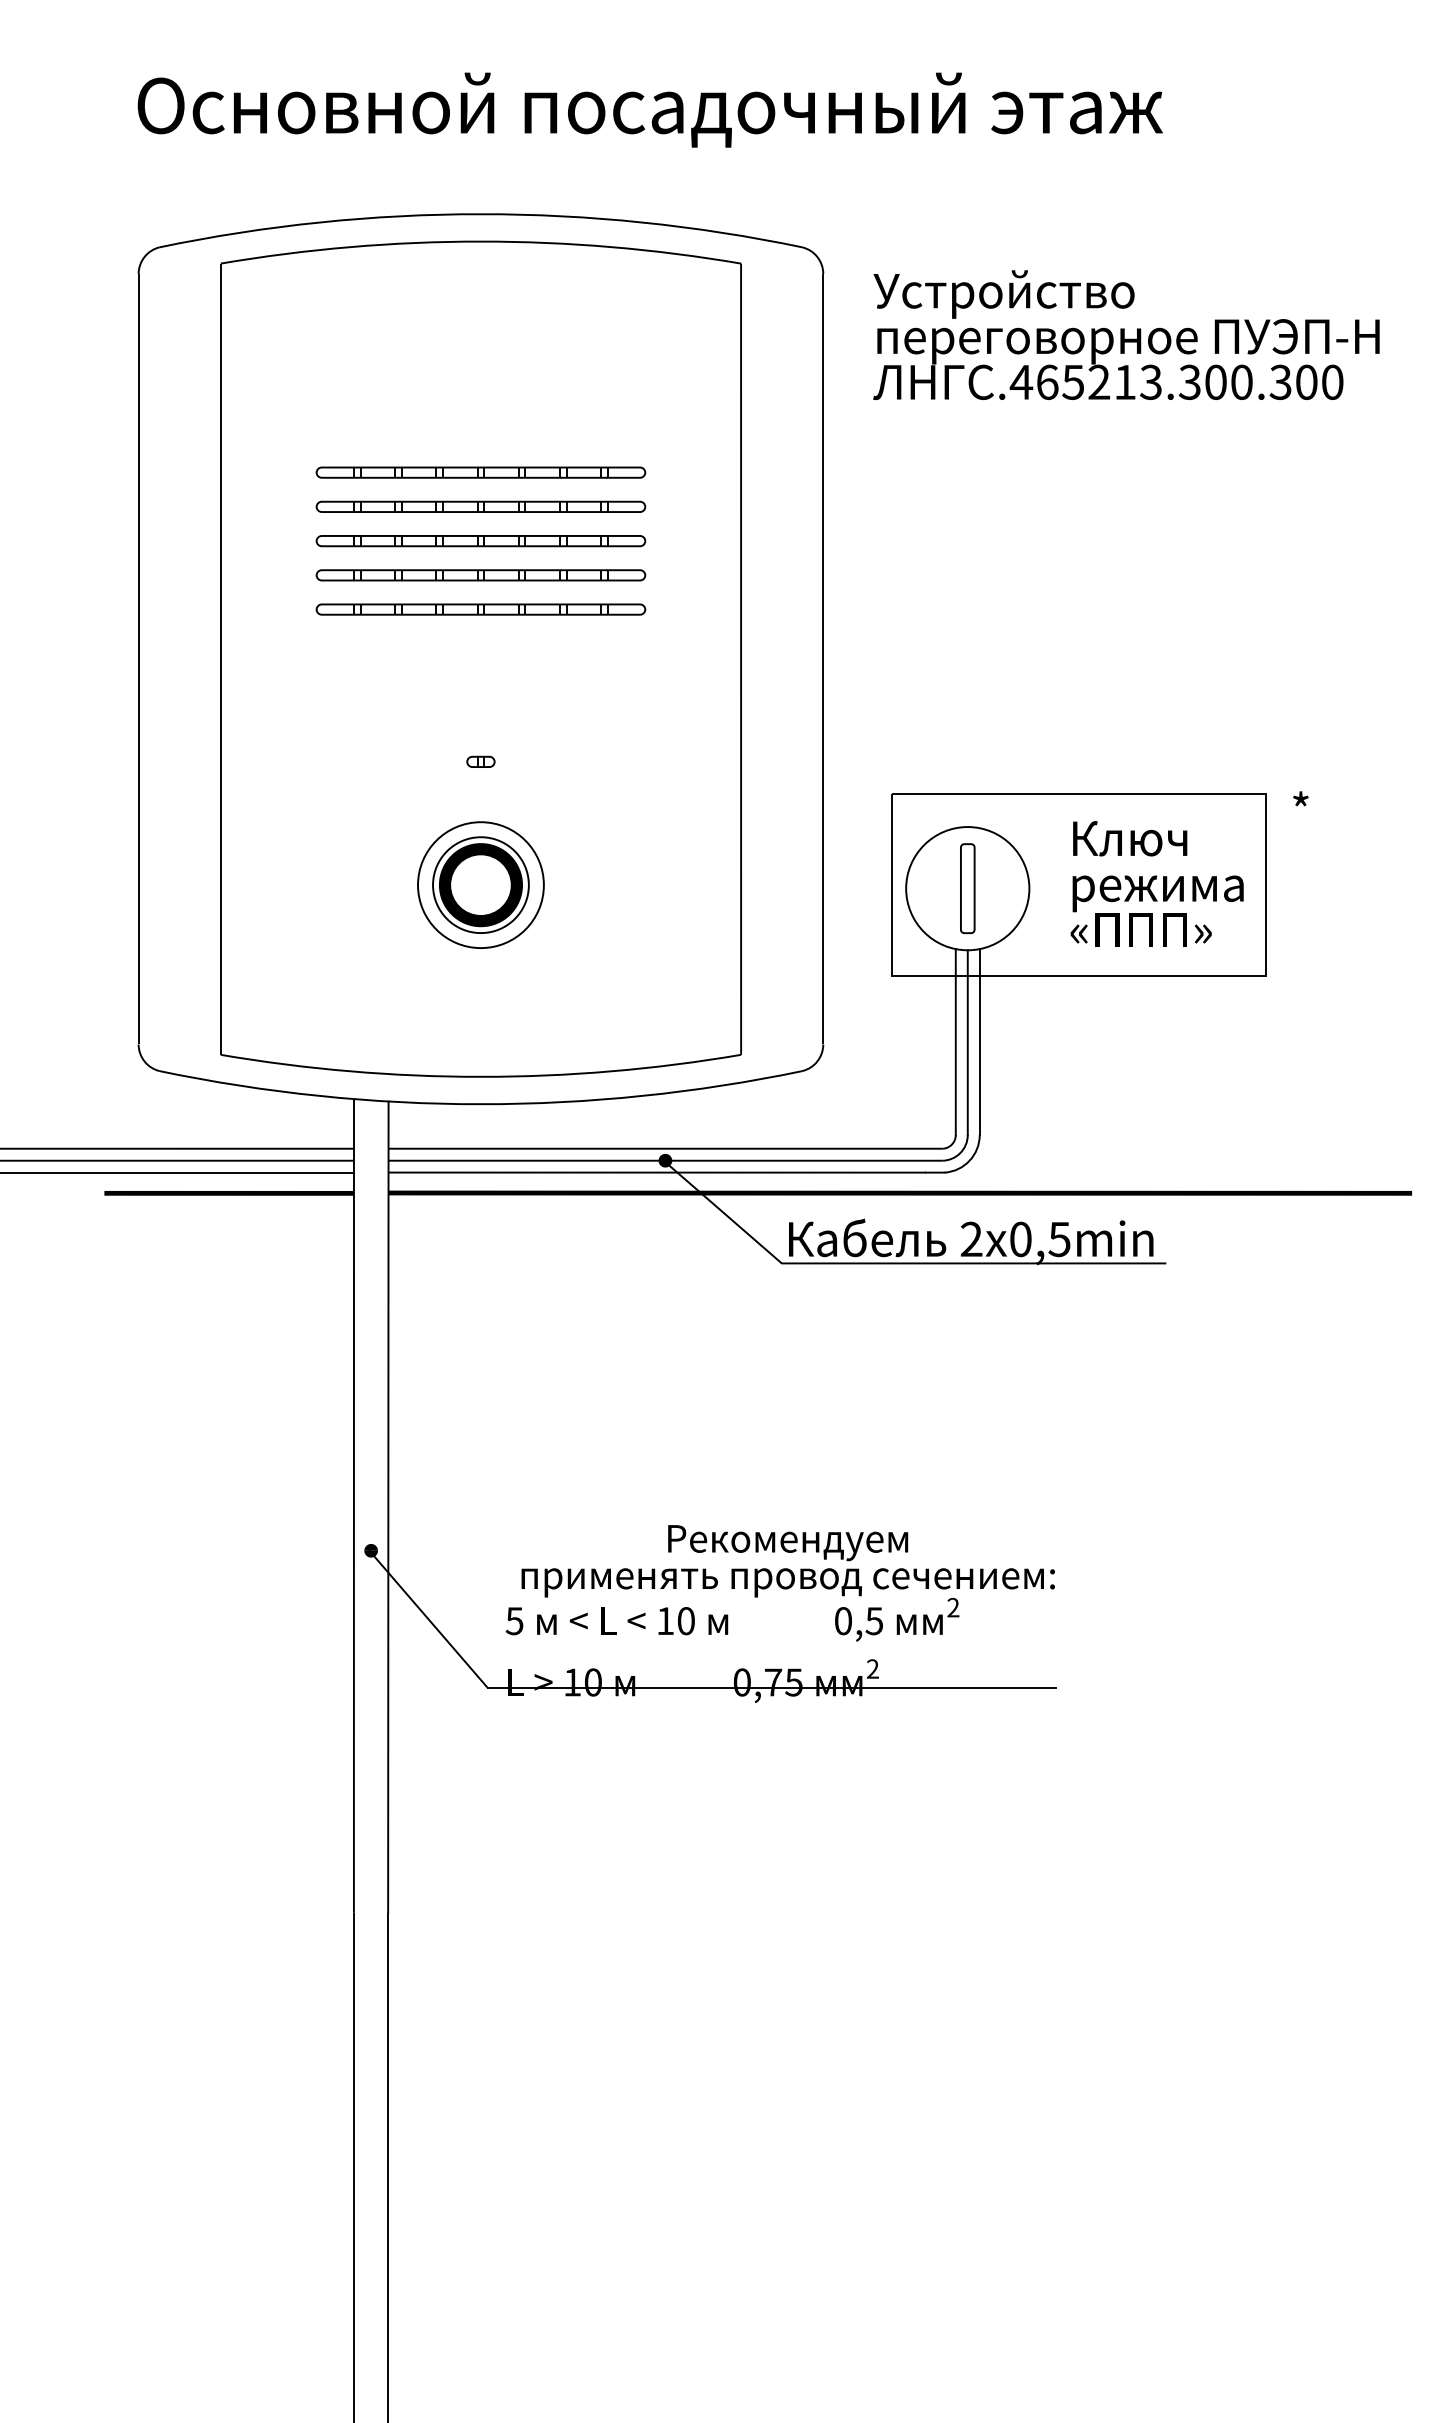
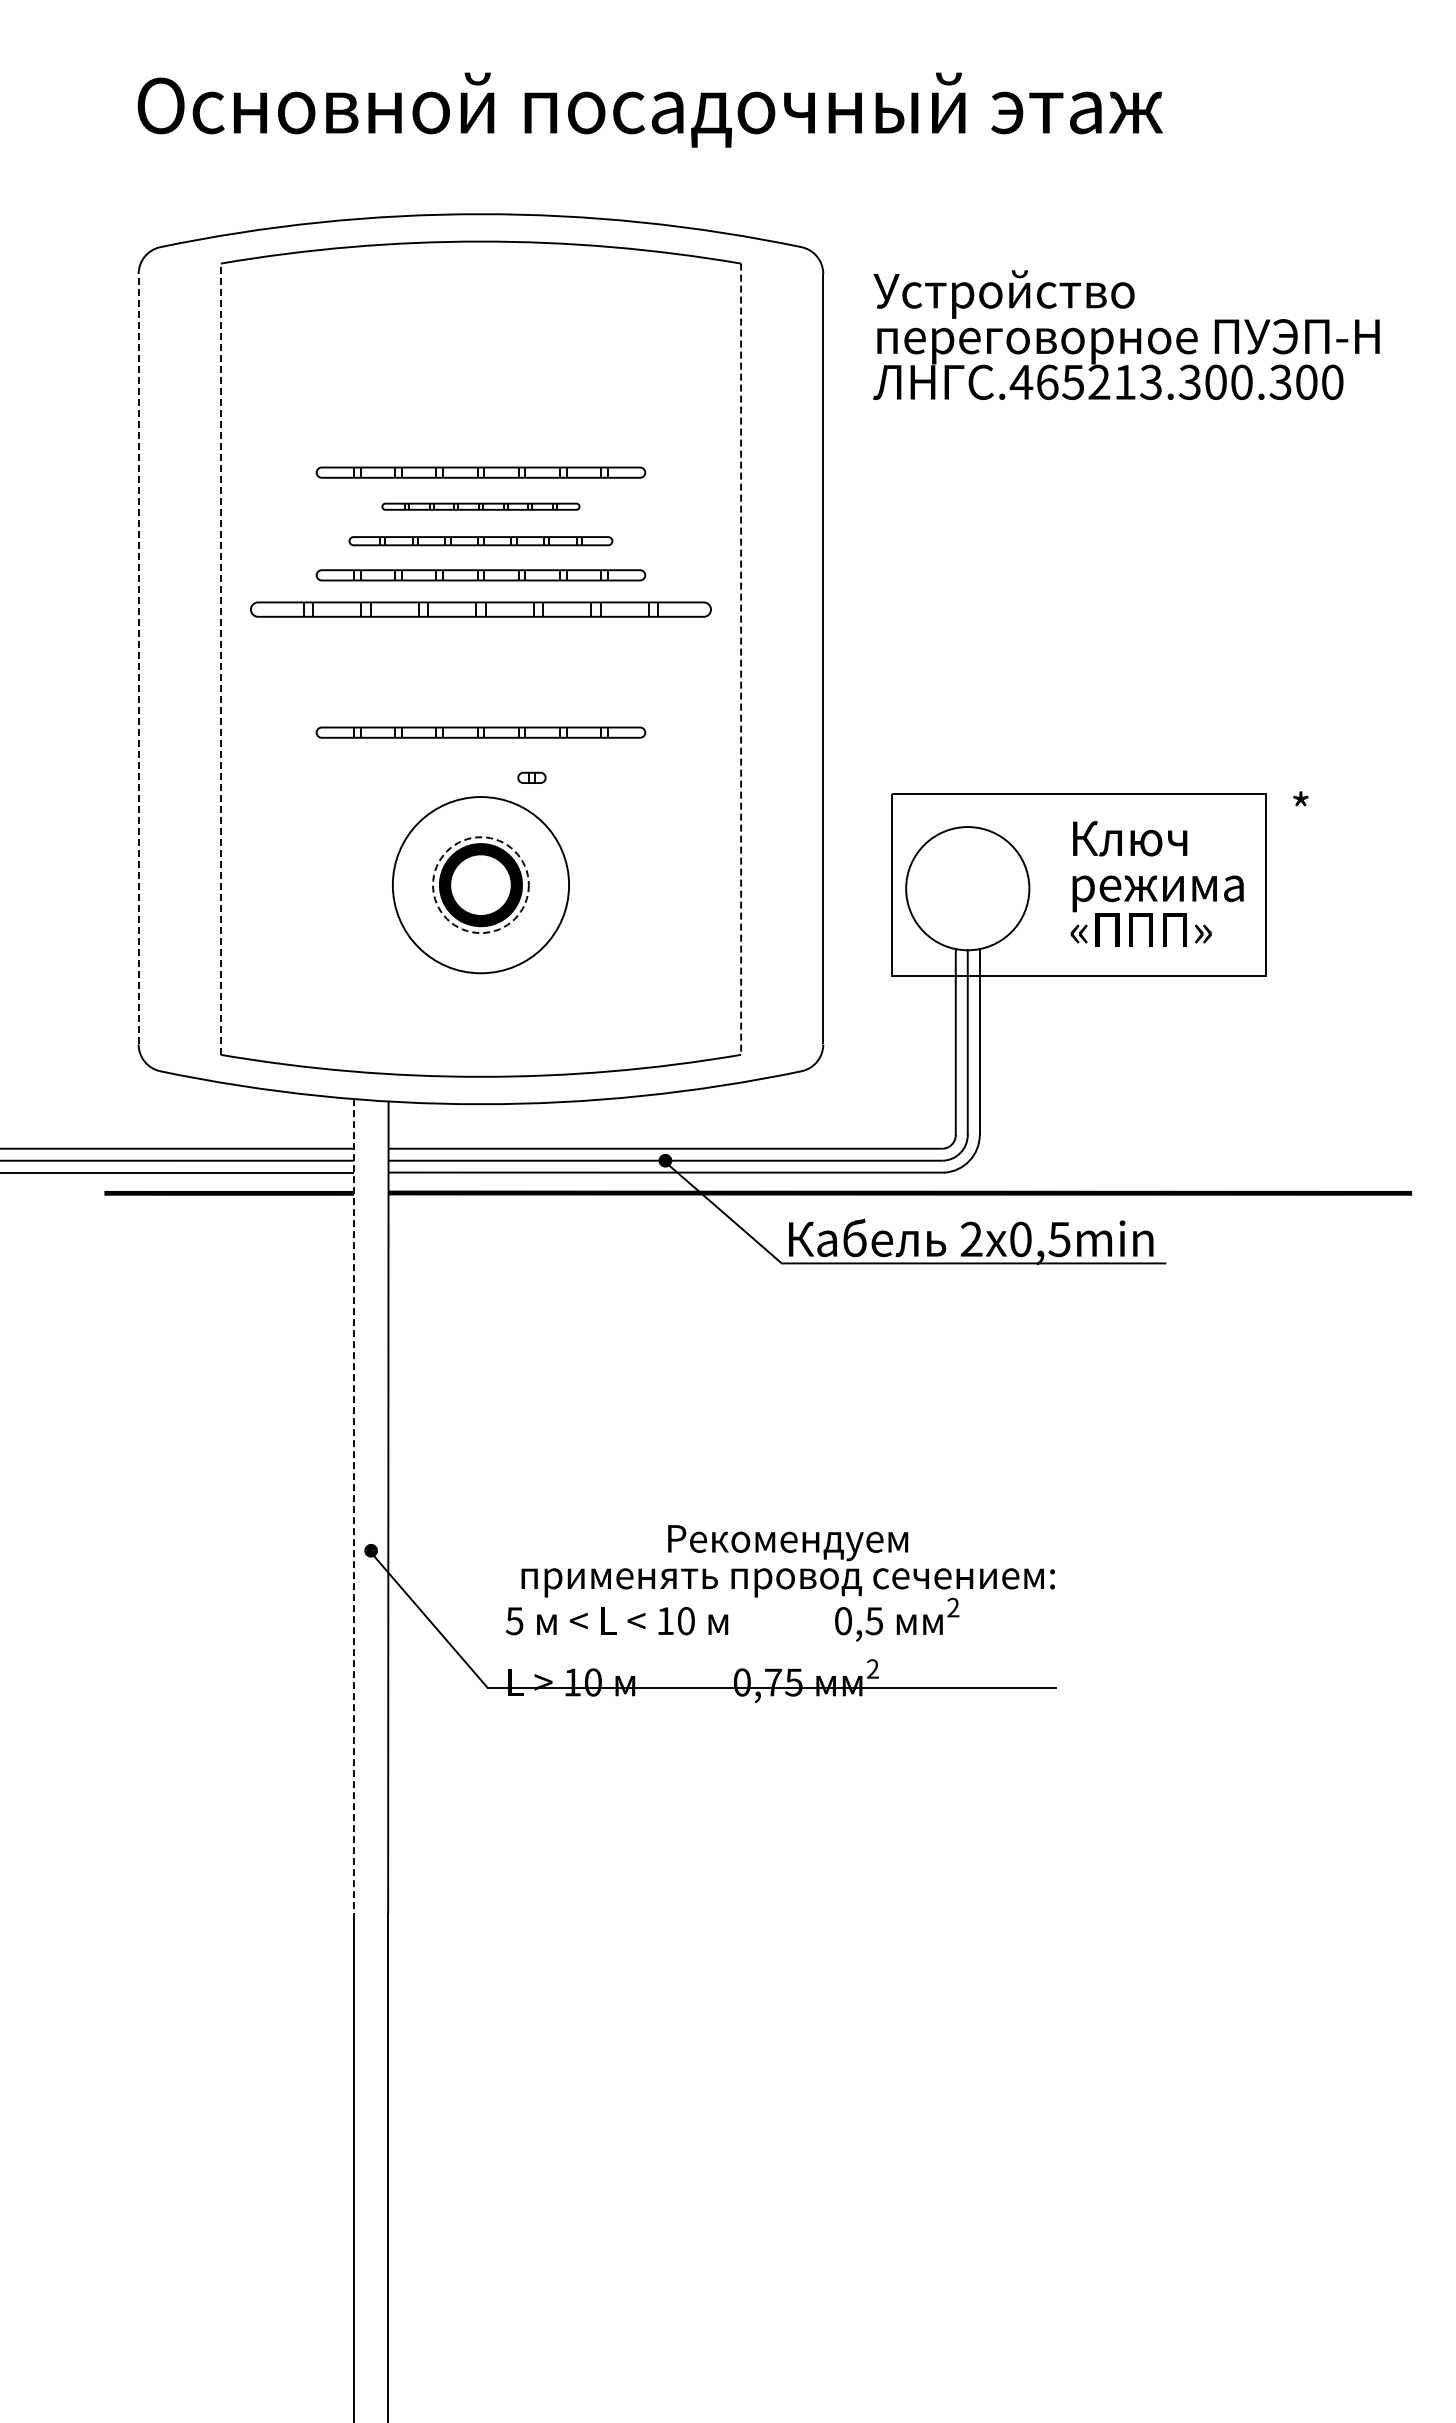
part at (480, 506) size: 332x13 px -> 200x9 px
part at (480, 541) size: 332x13 px -> 266x11 px
part at (480, 609) size: 332x13 px -> 462x17 px
line at (138, 658): solid -> dashed
line at (220, 659): solid -> dashed
line at (741, 659): solid -> dashed
part at (480, 732): none -> present
part at (480, 761) position: (480, 761) -> (531, 777)
circle at (480, 885) diameter: 126 px -> 176 px
circle at (480, 885): solid -> dashed
part at (967, 888): present -> none
line at (353, 1505): solid -> dashed
